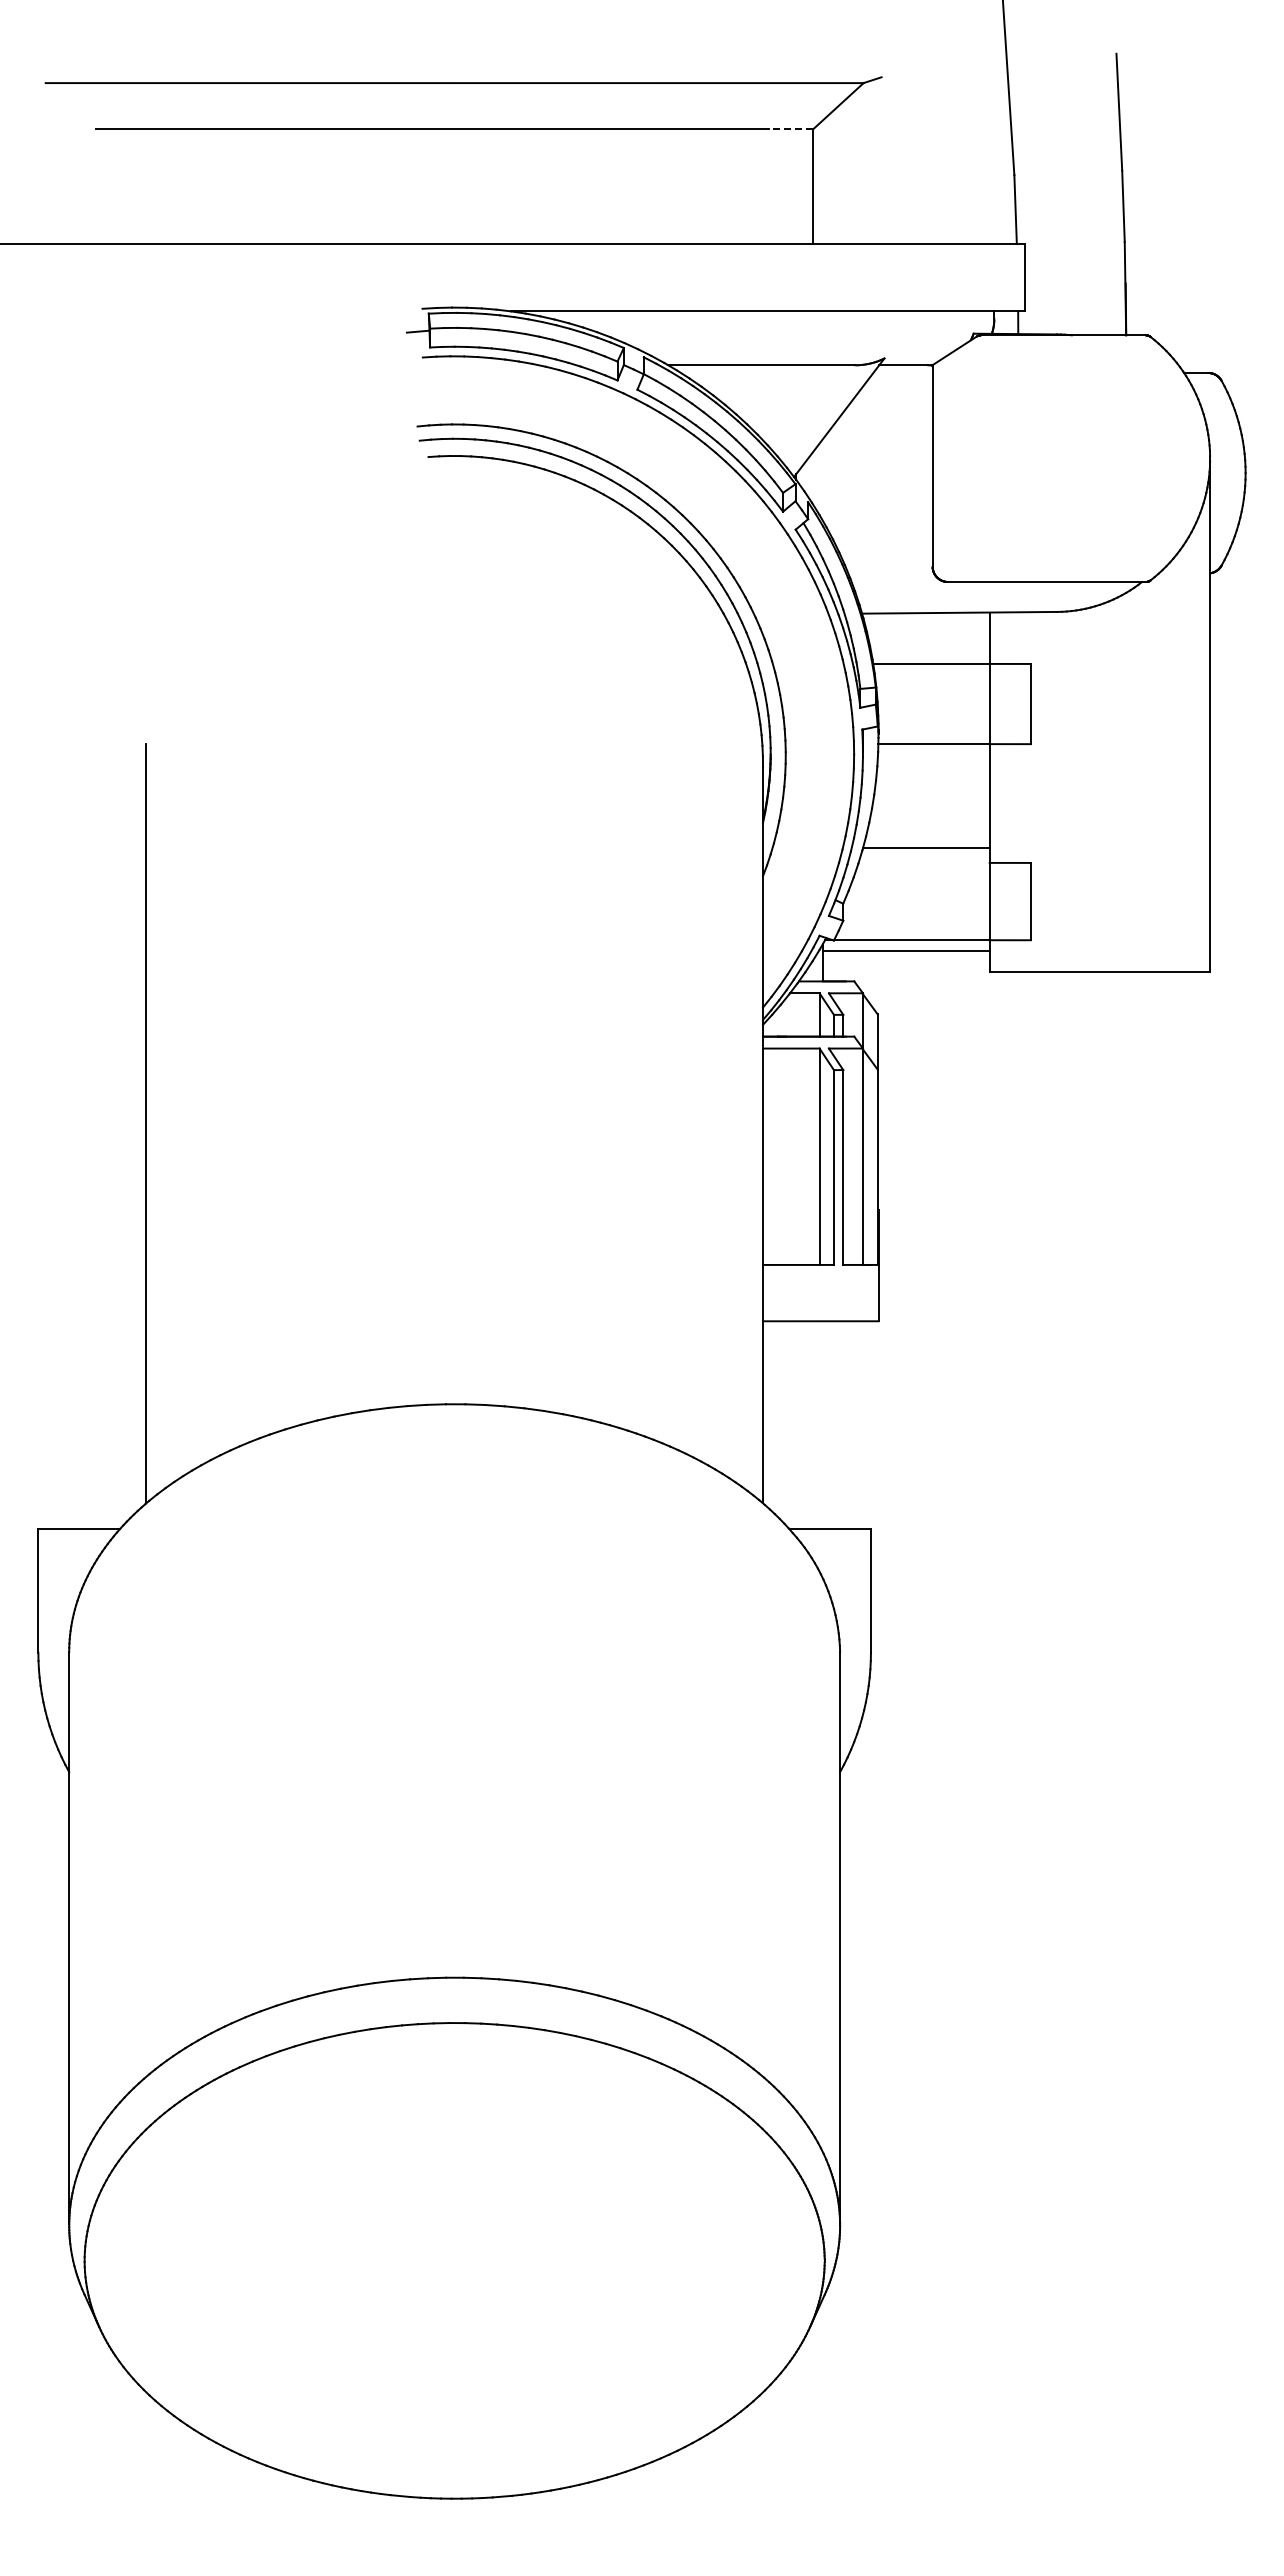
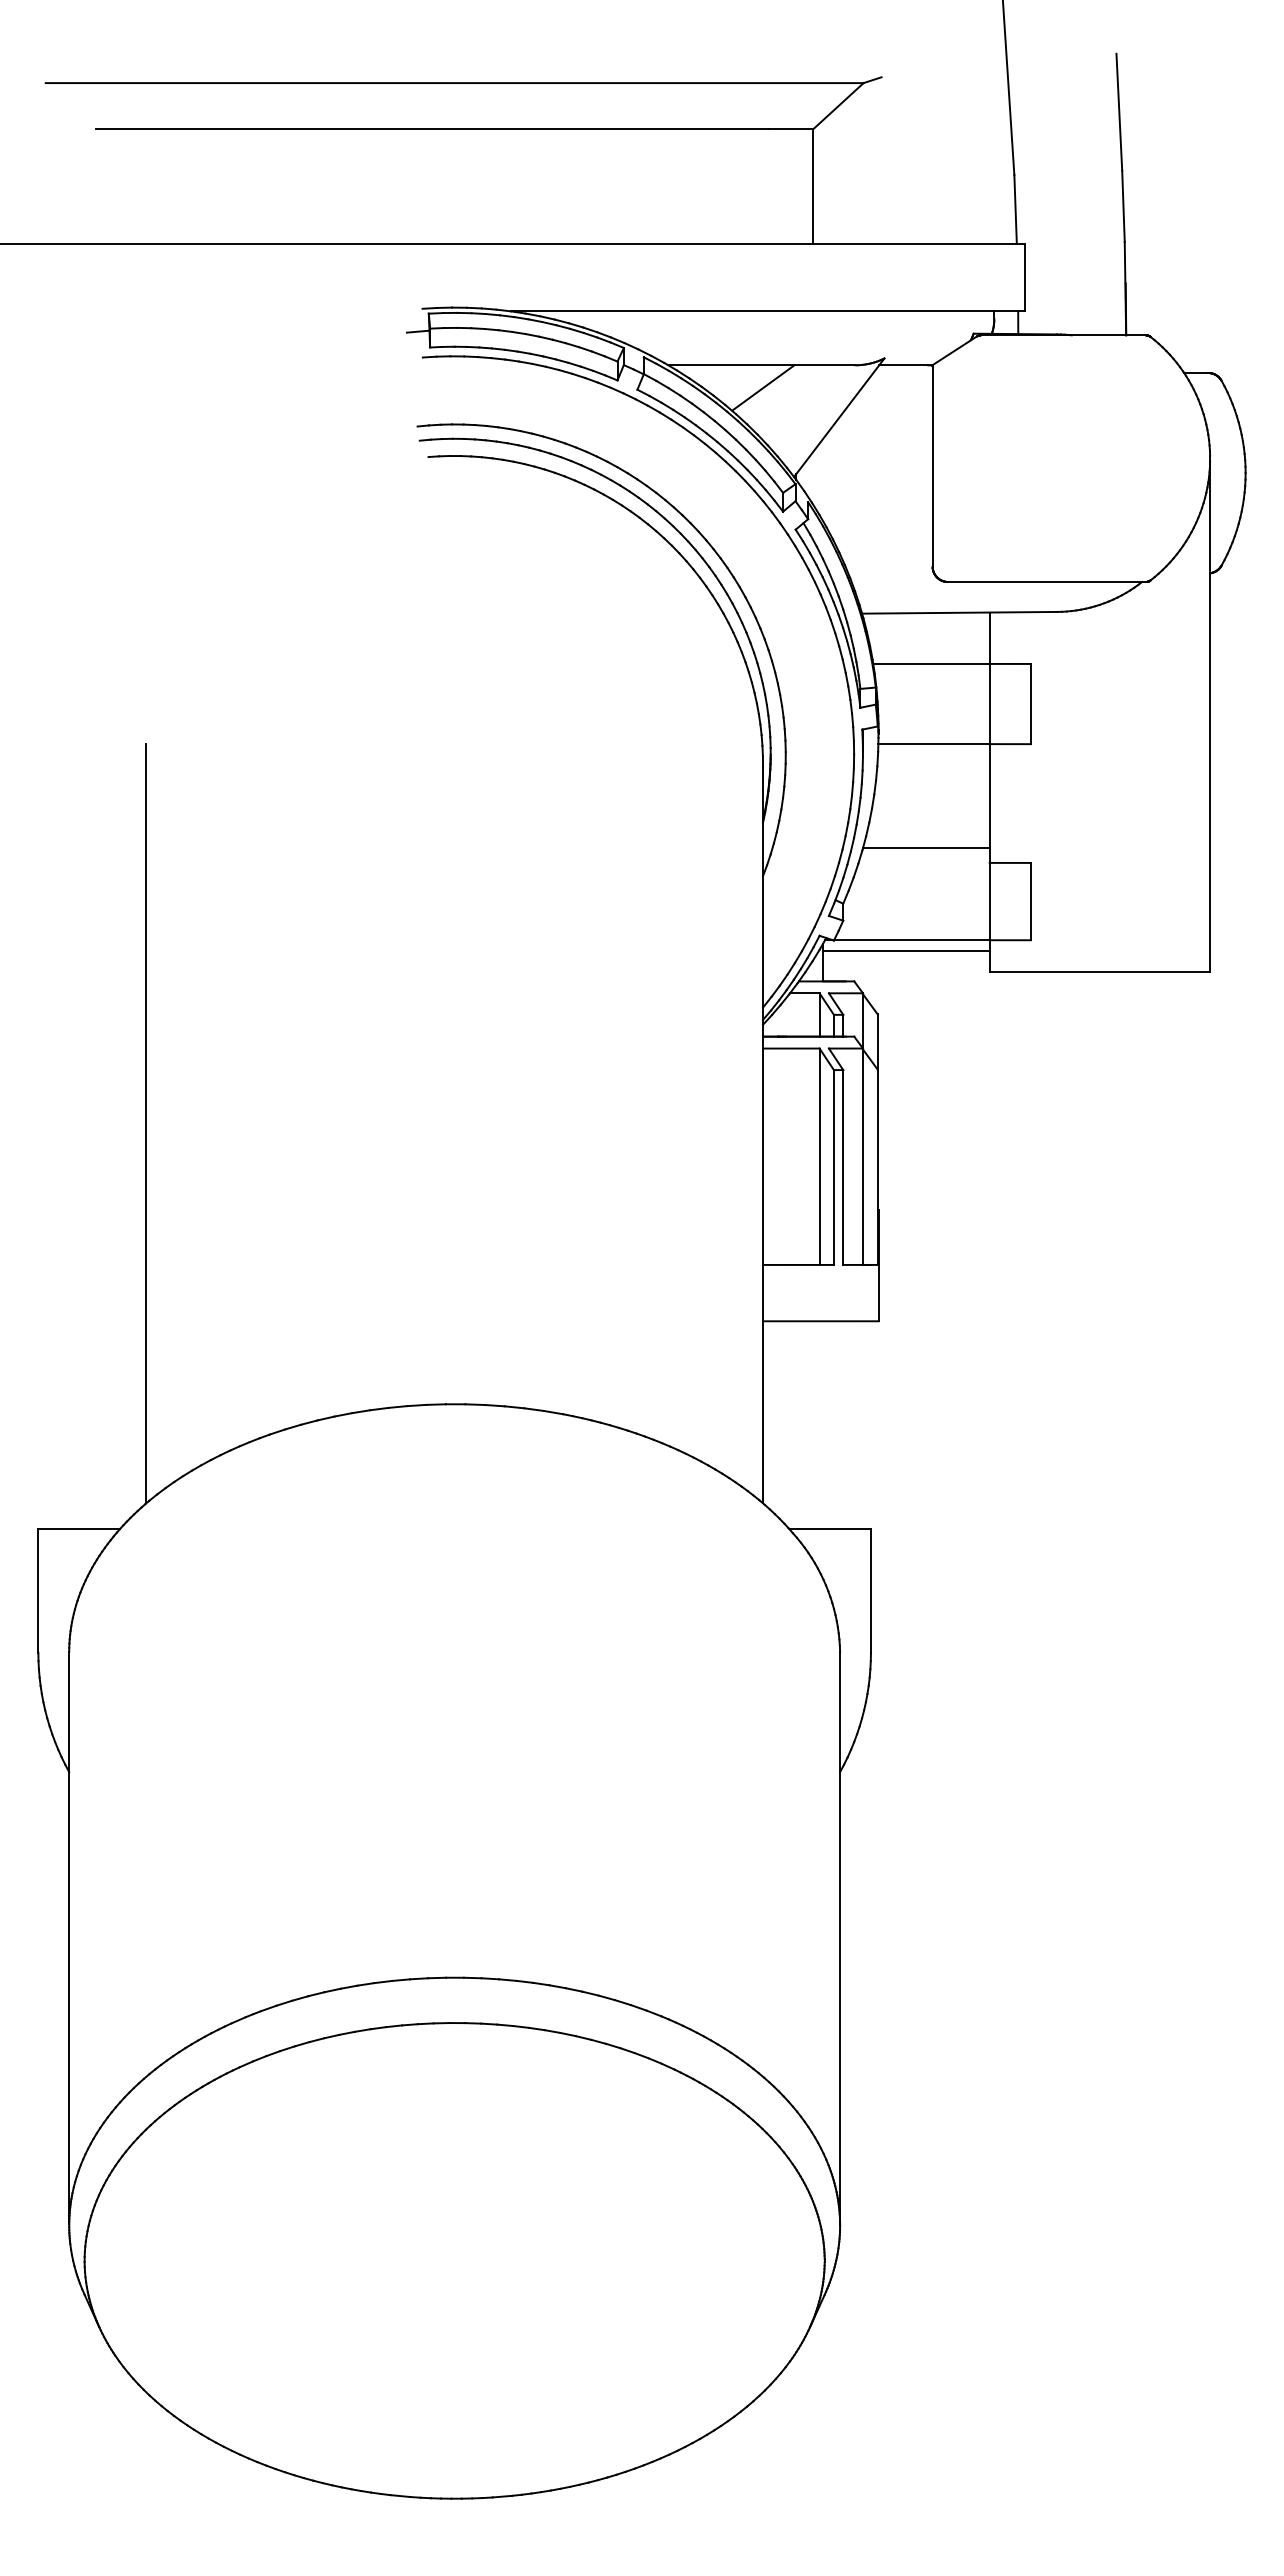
line at (791, 129): dashed -> solid
line at (763, 387): none -> present
